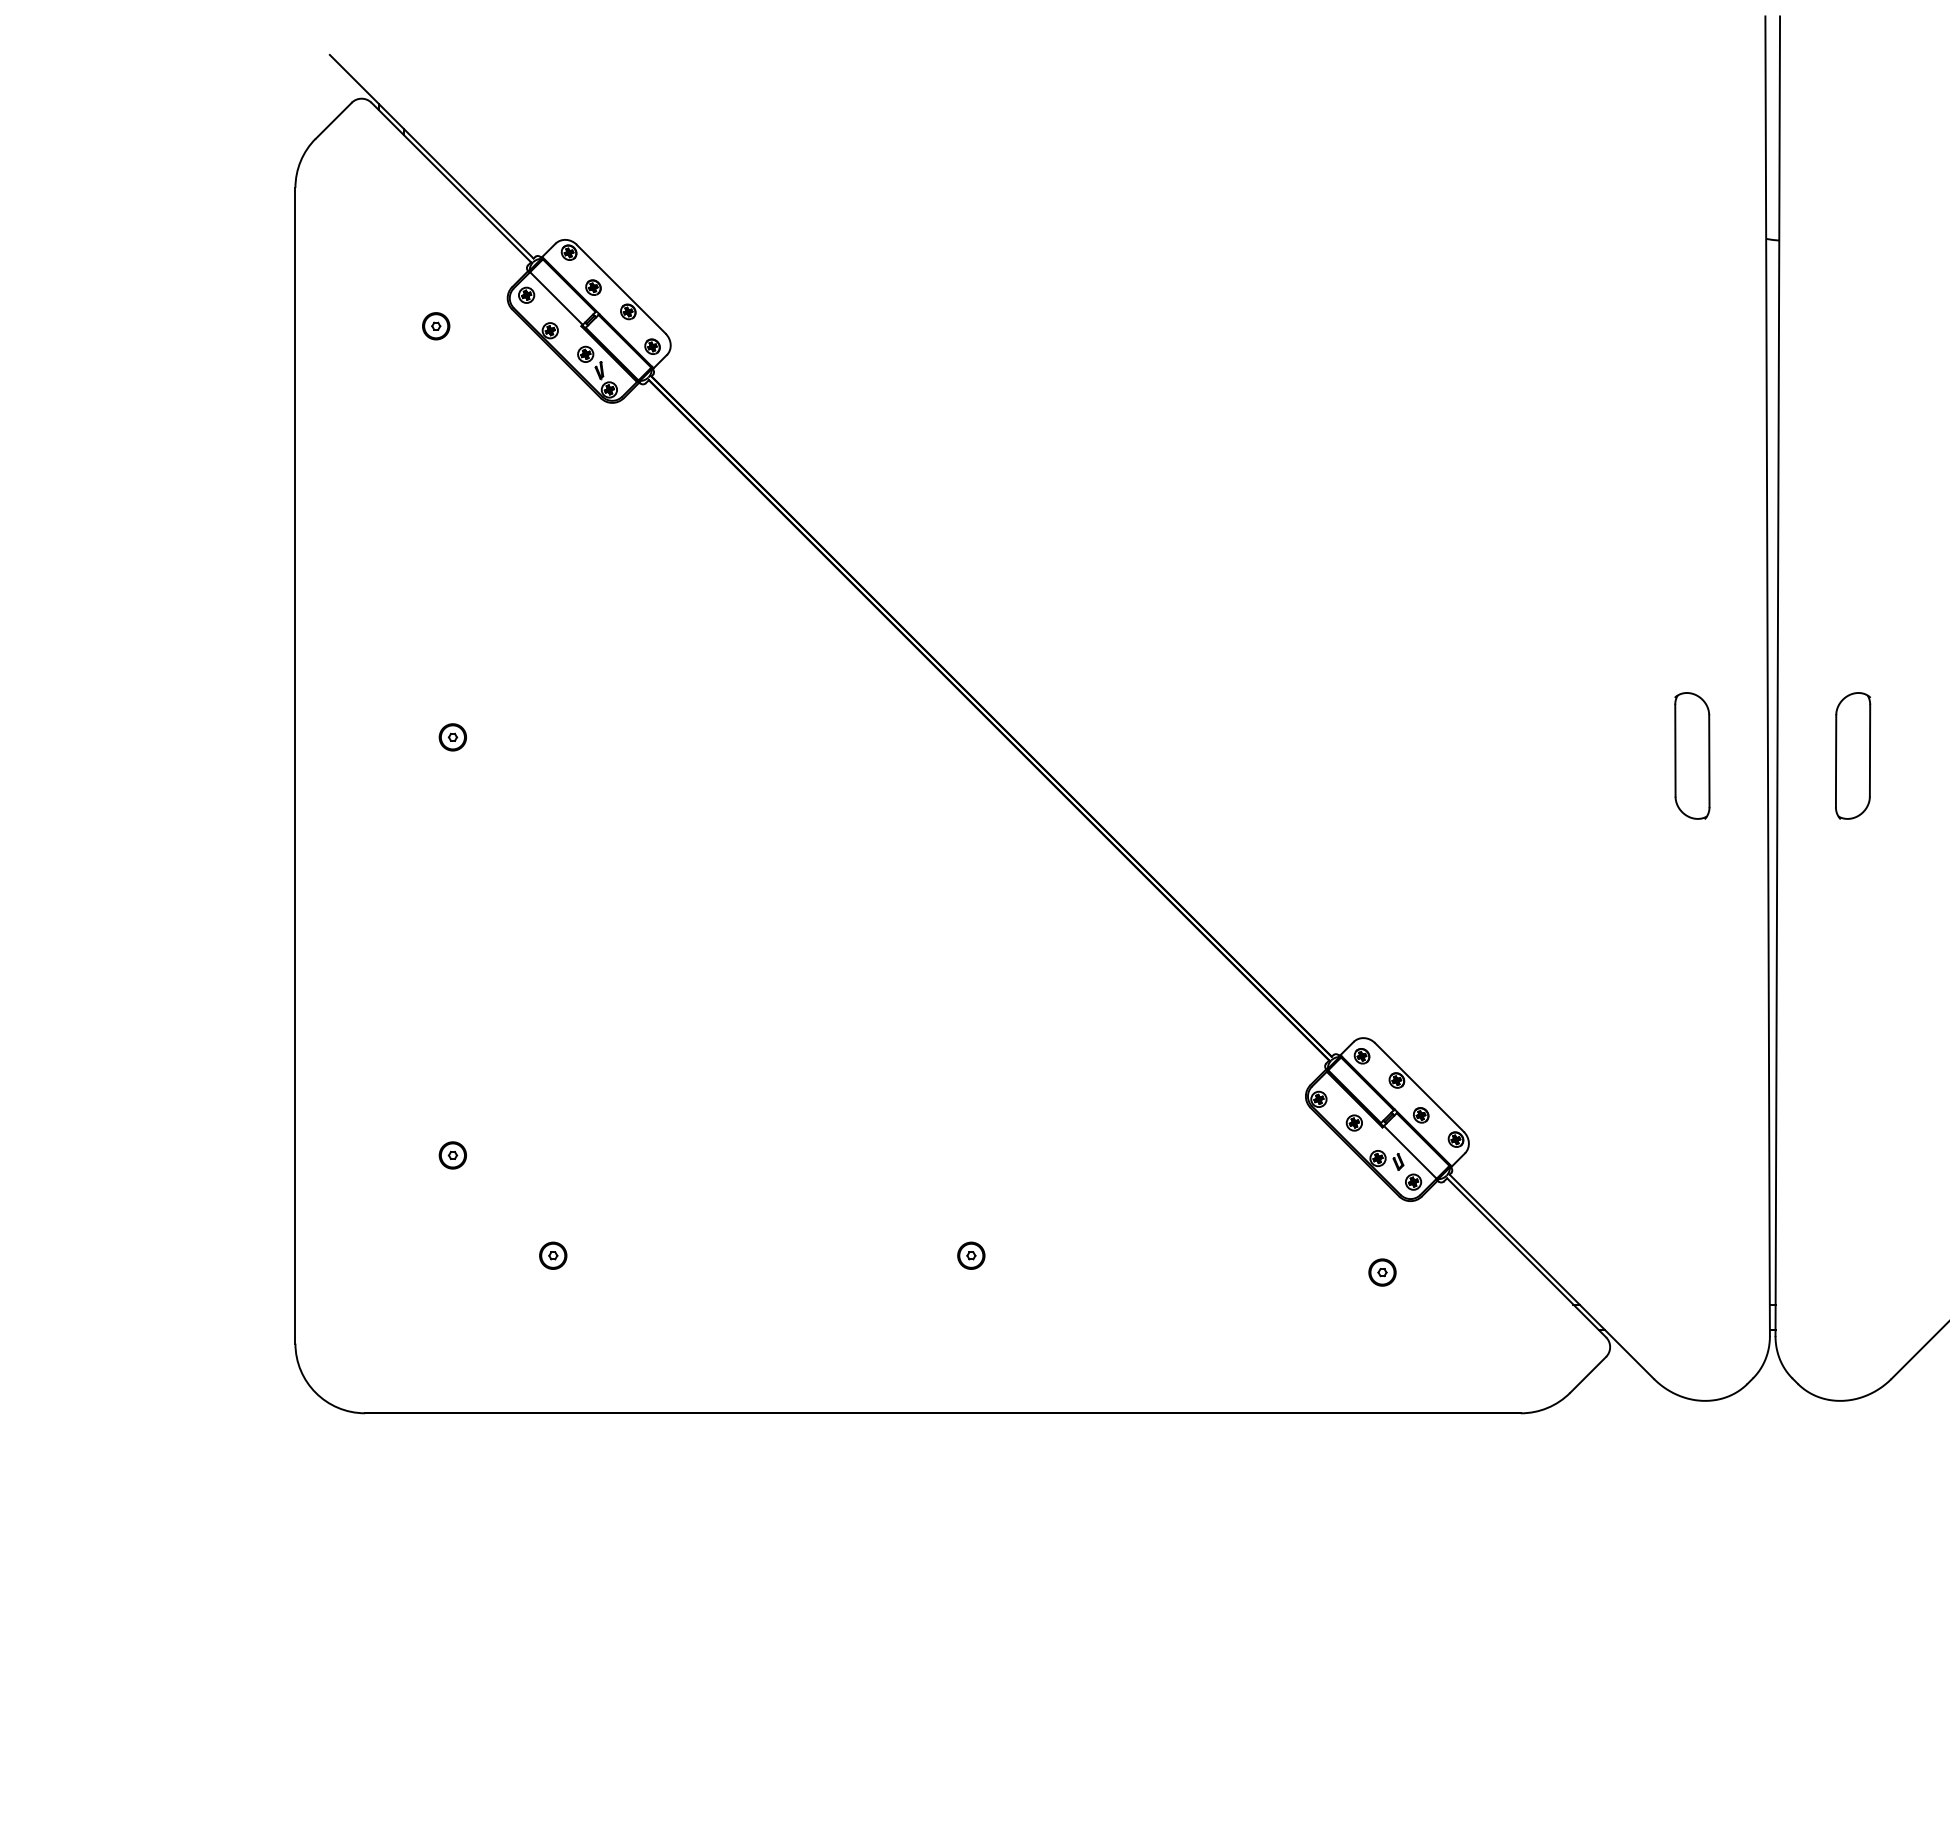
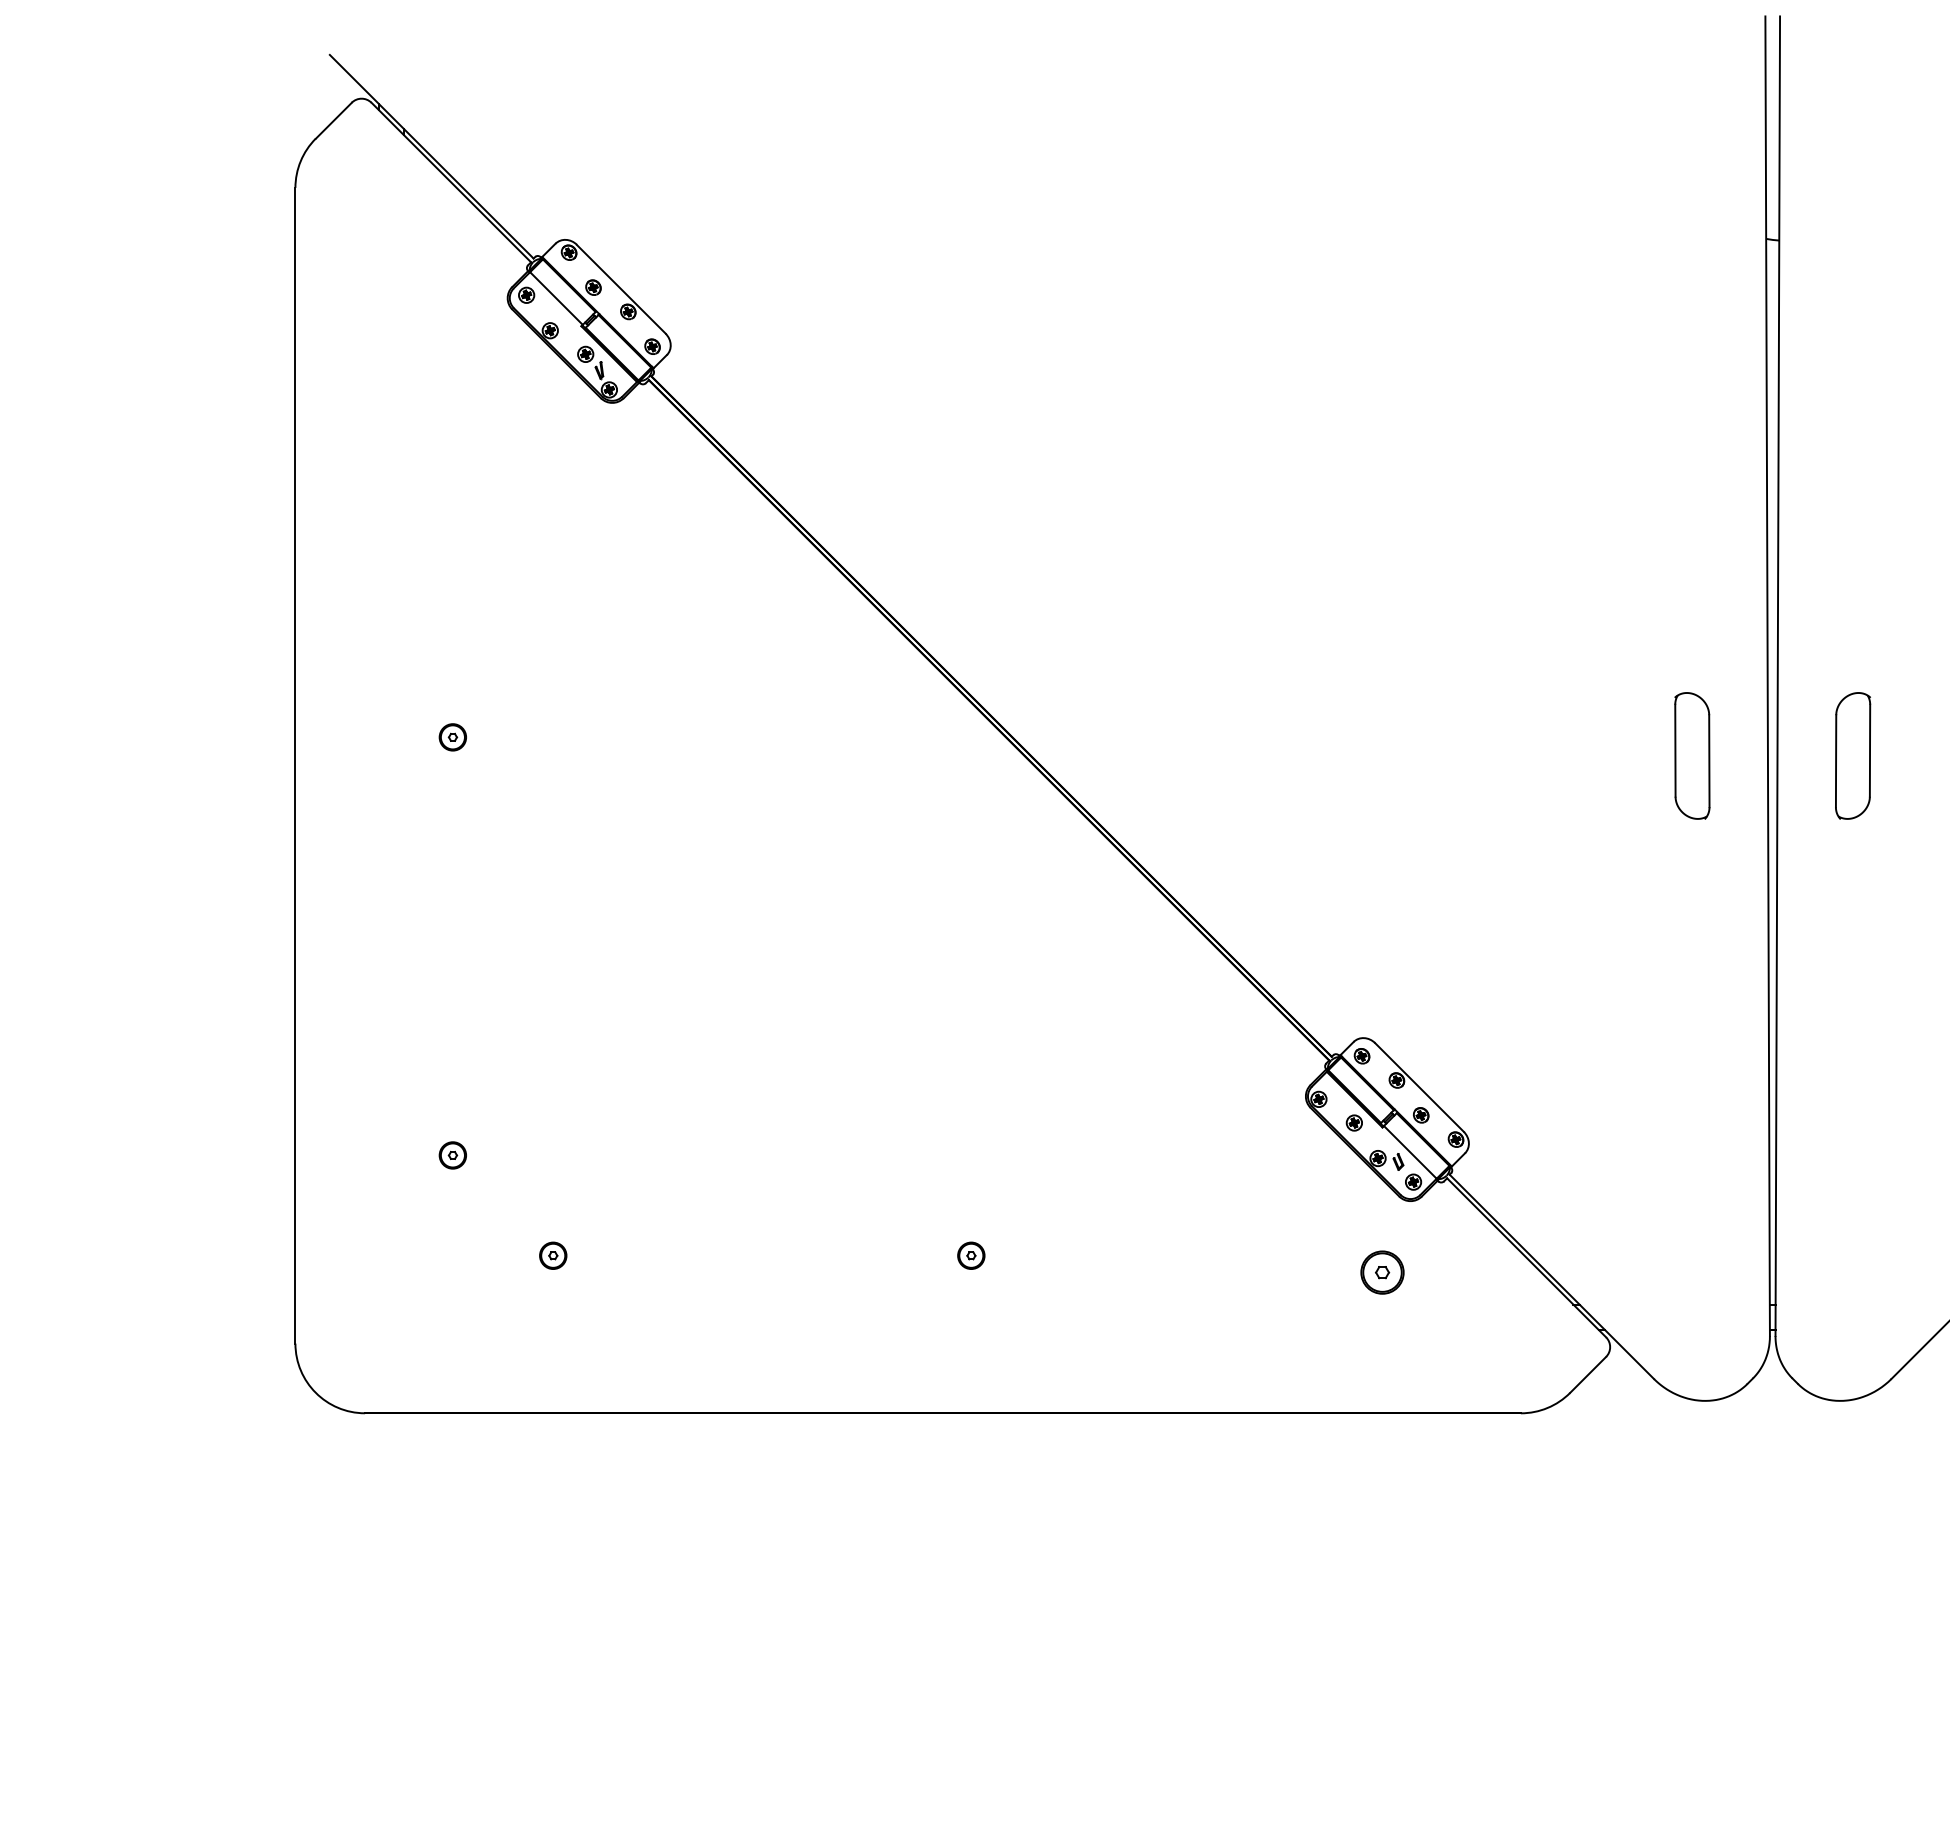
part at (436, 326): present -> none
part at (1382, 1272) size: 29x29 px -> 45x45 px
